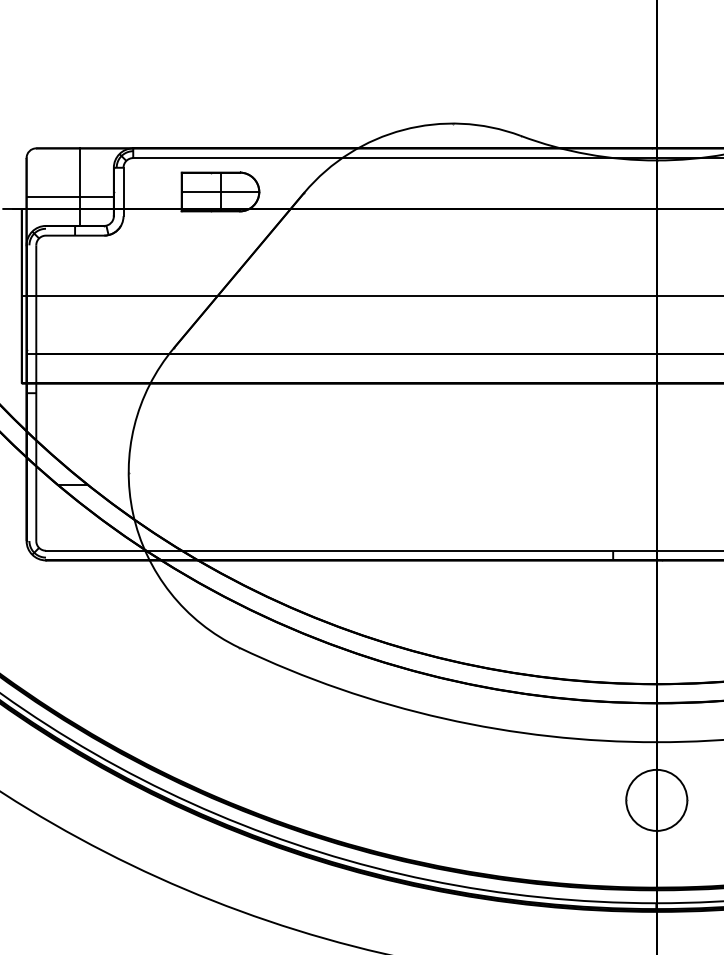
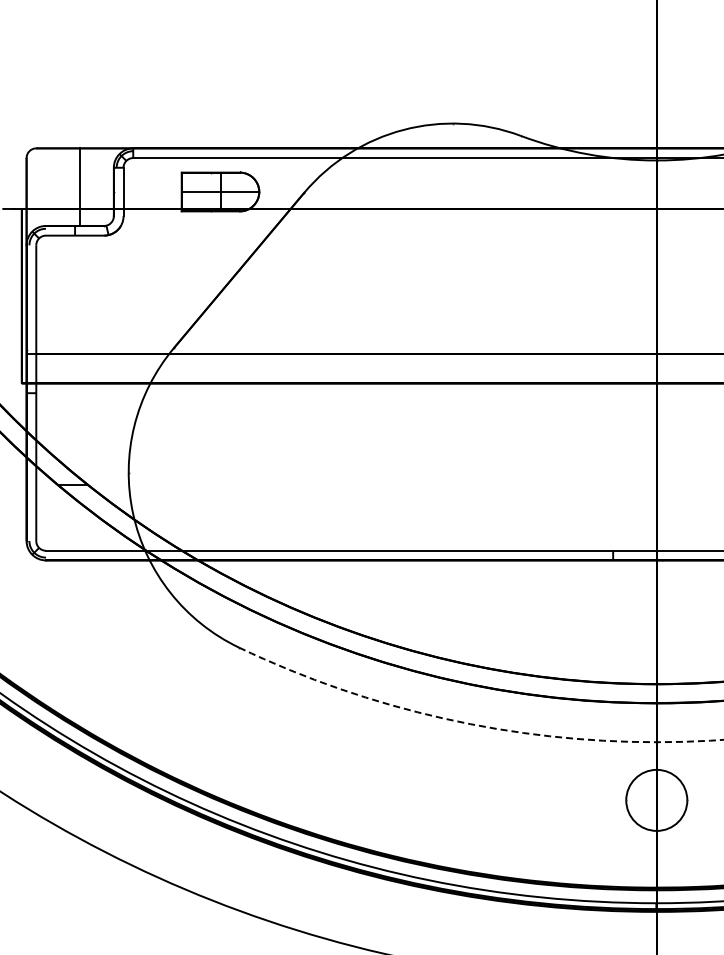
line at (69, 196): present -> none
line at (370, 296): present -> none
arc at (474, 724): solid -> dashed
